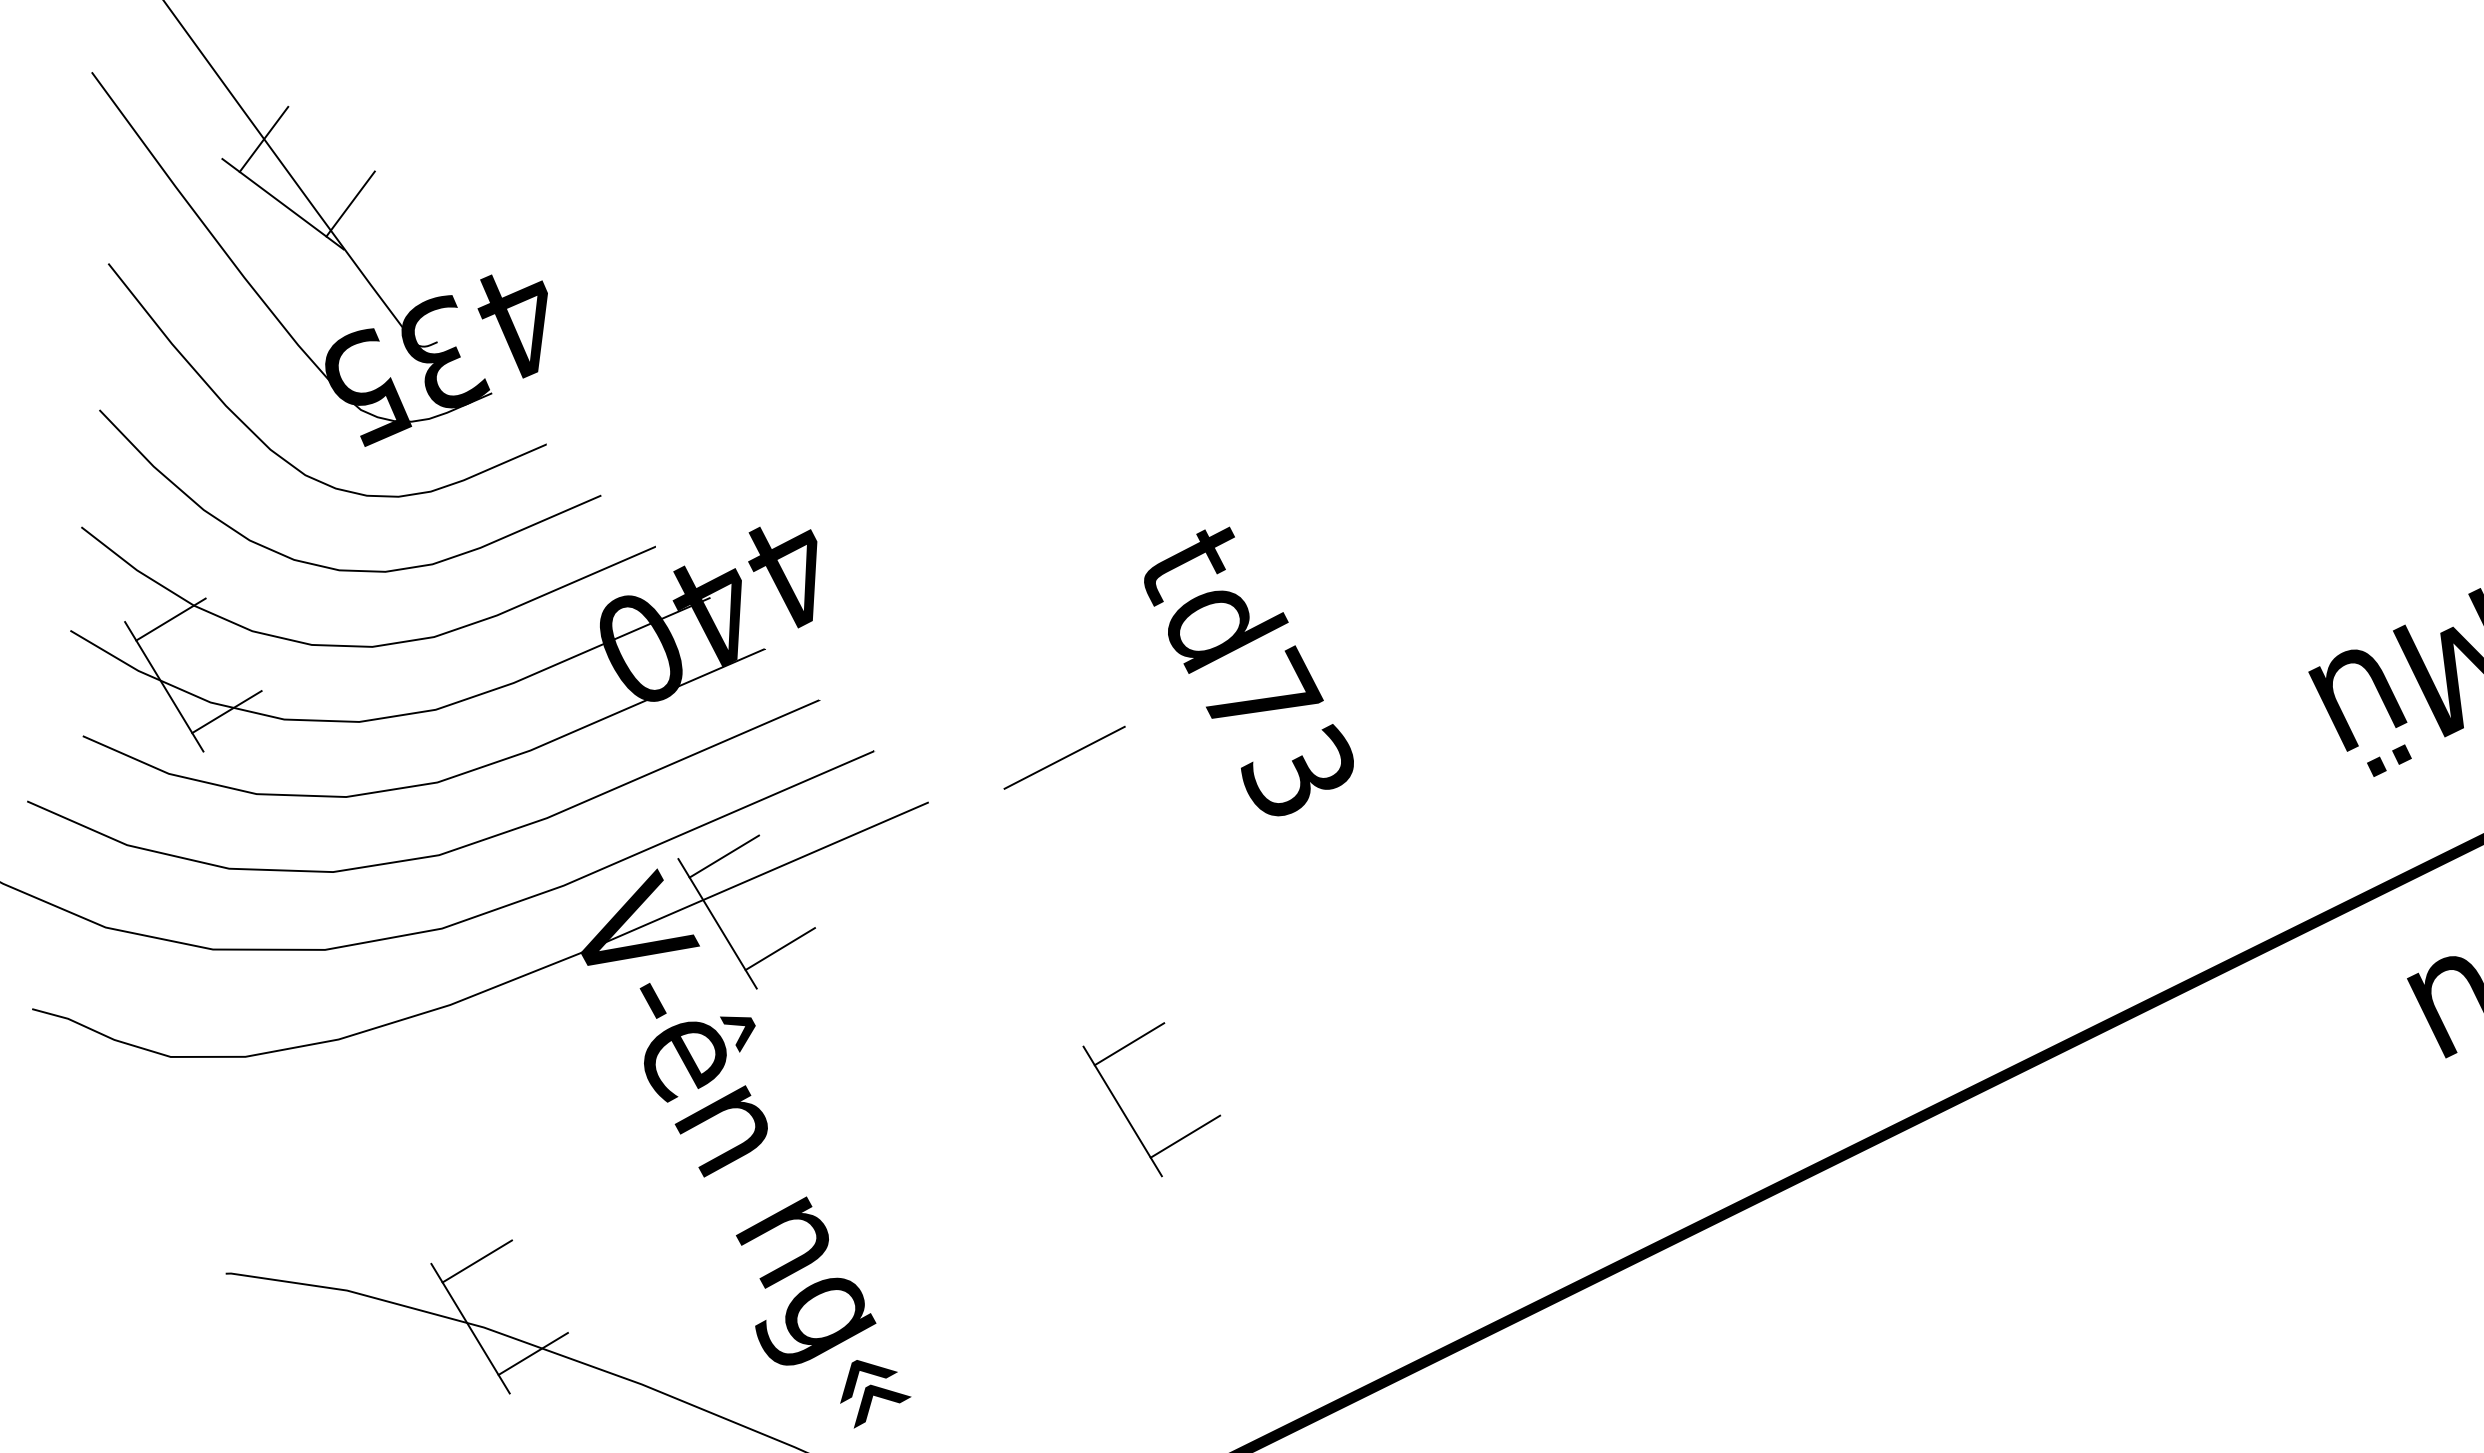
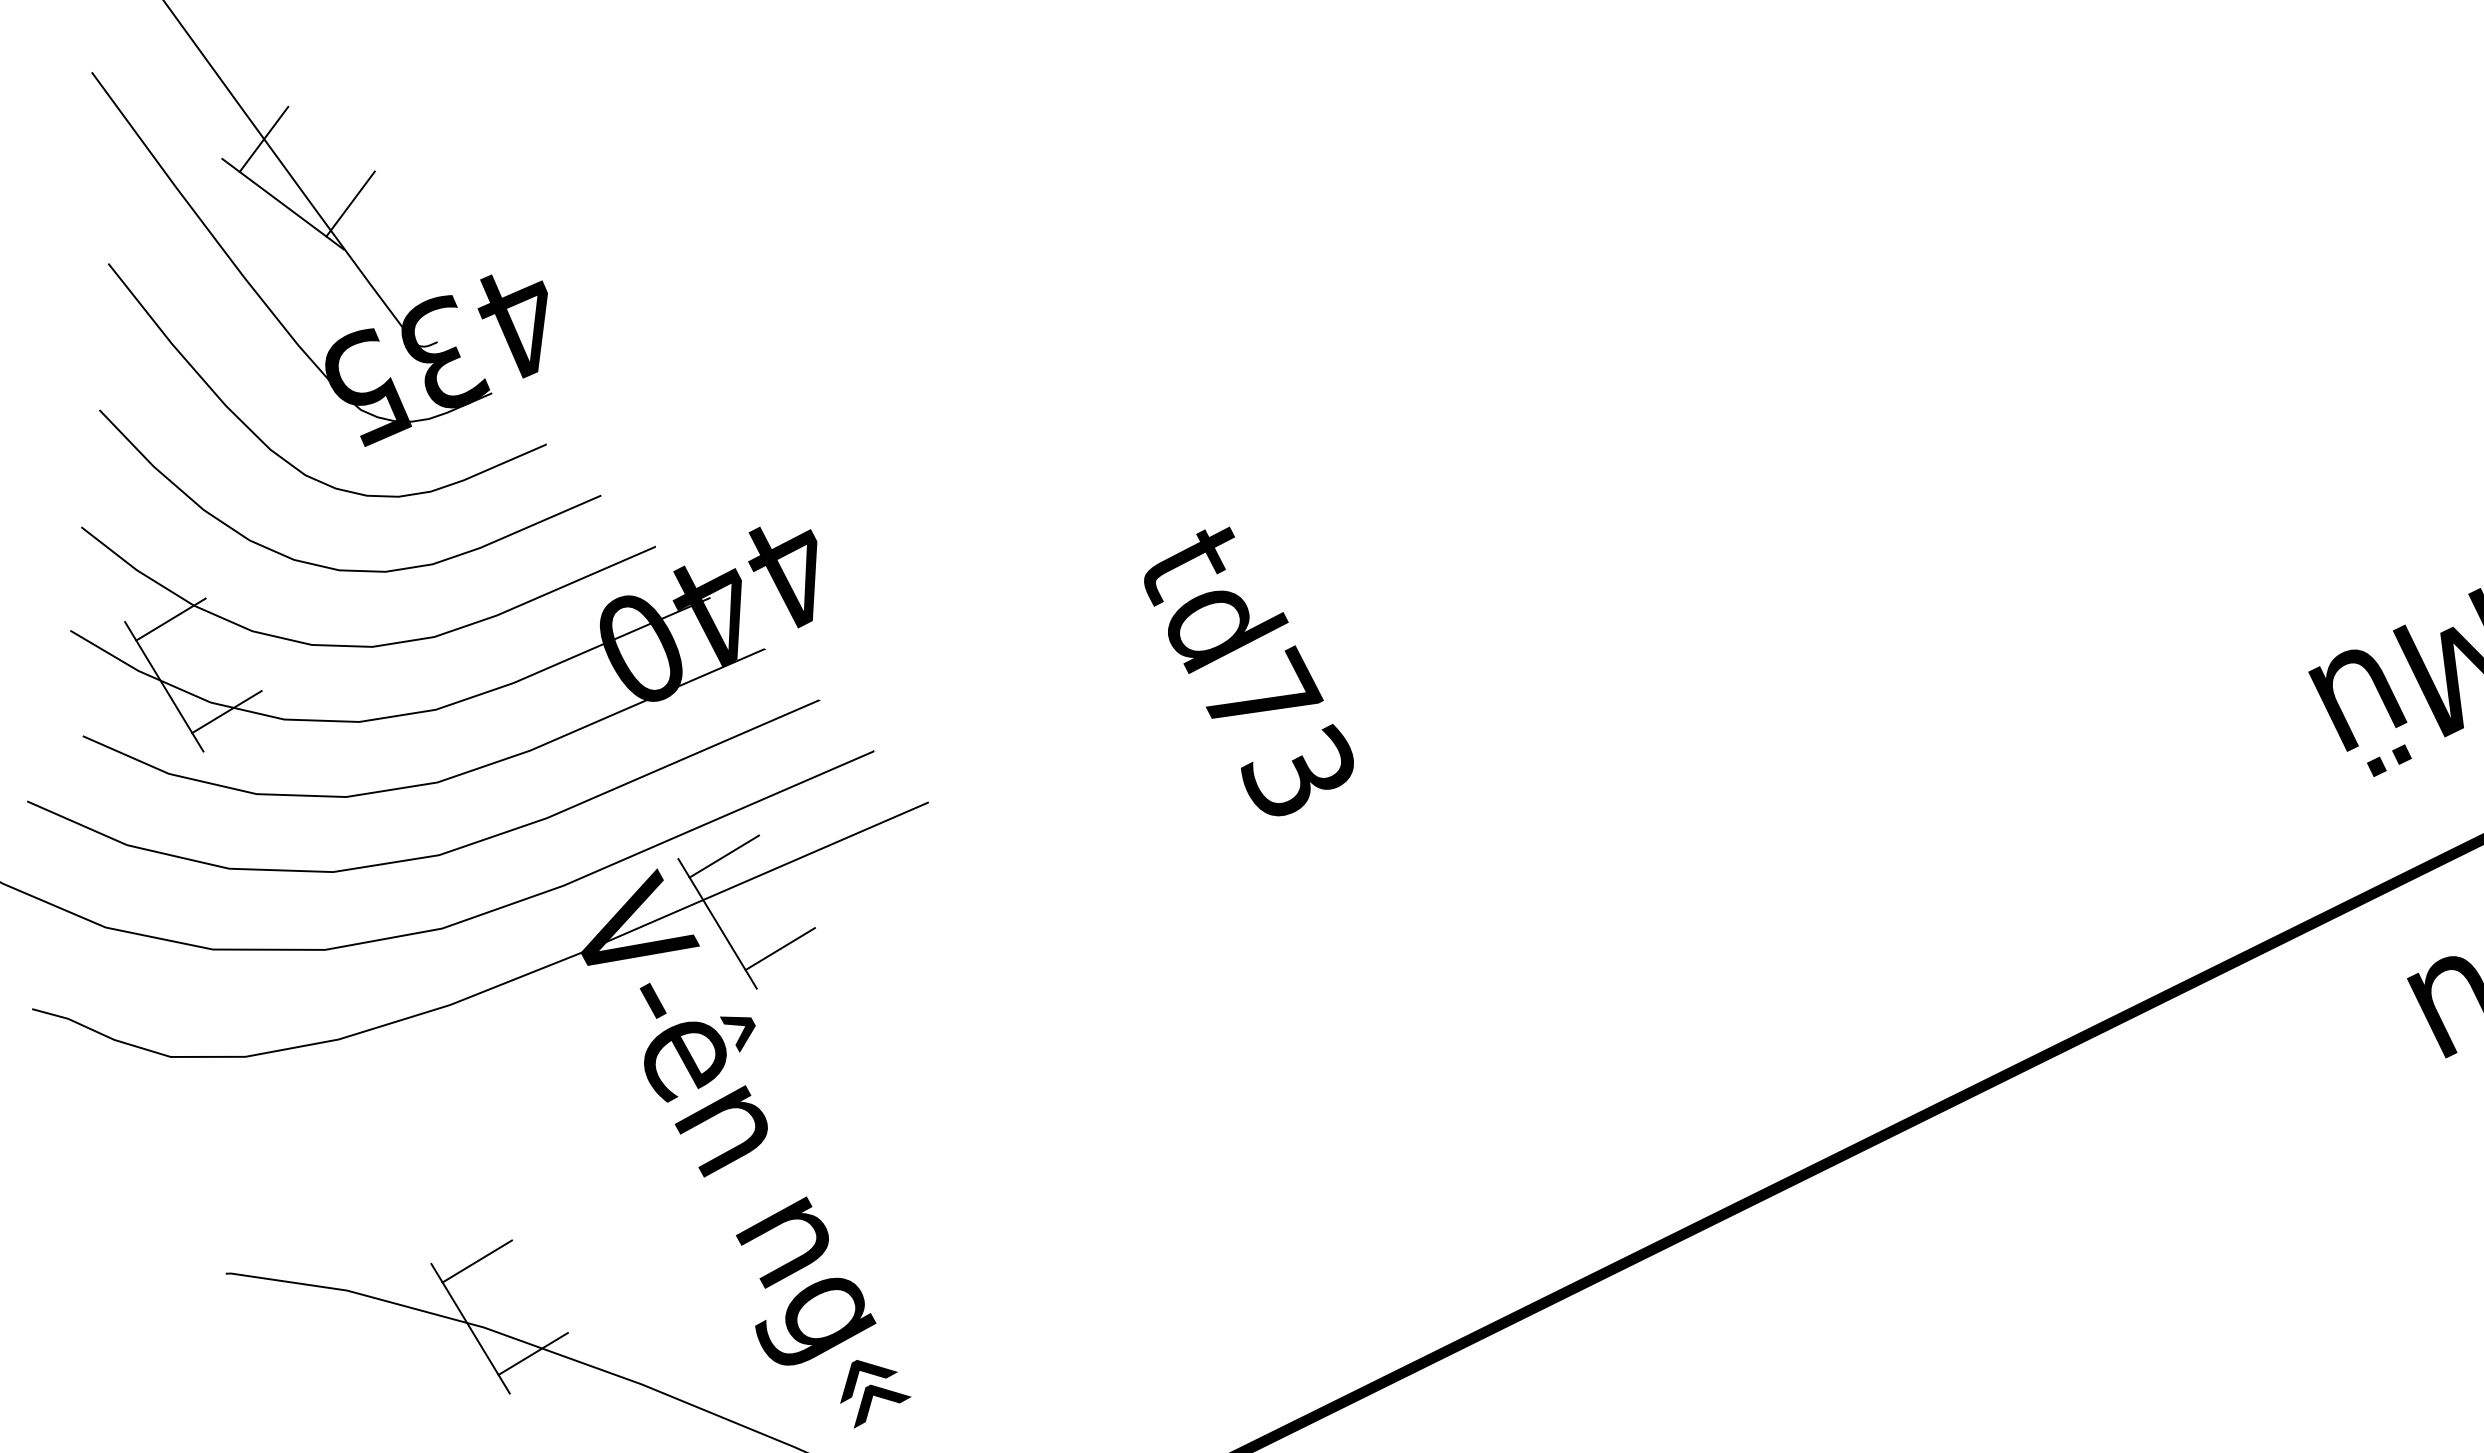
line at (1064, 757): present -> none
part at (1125, 1113): present -> none
